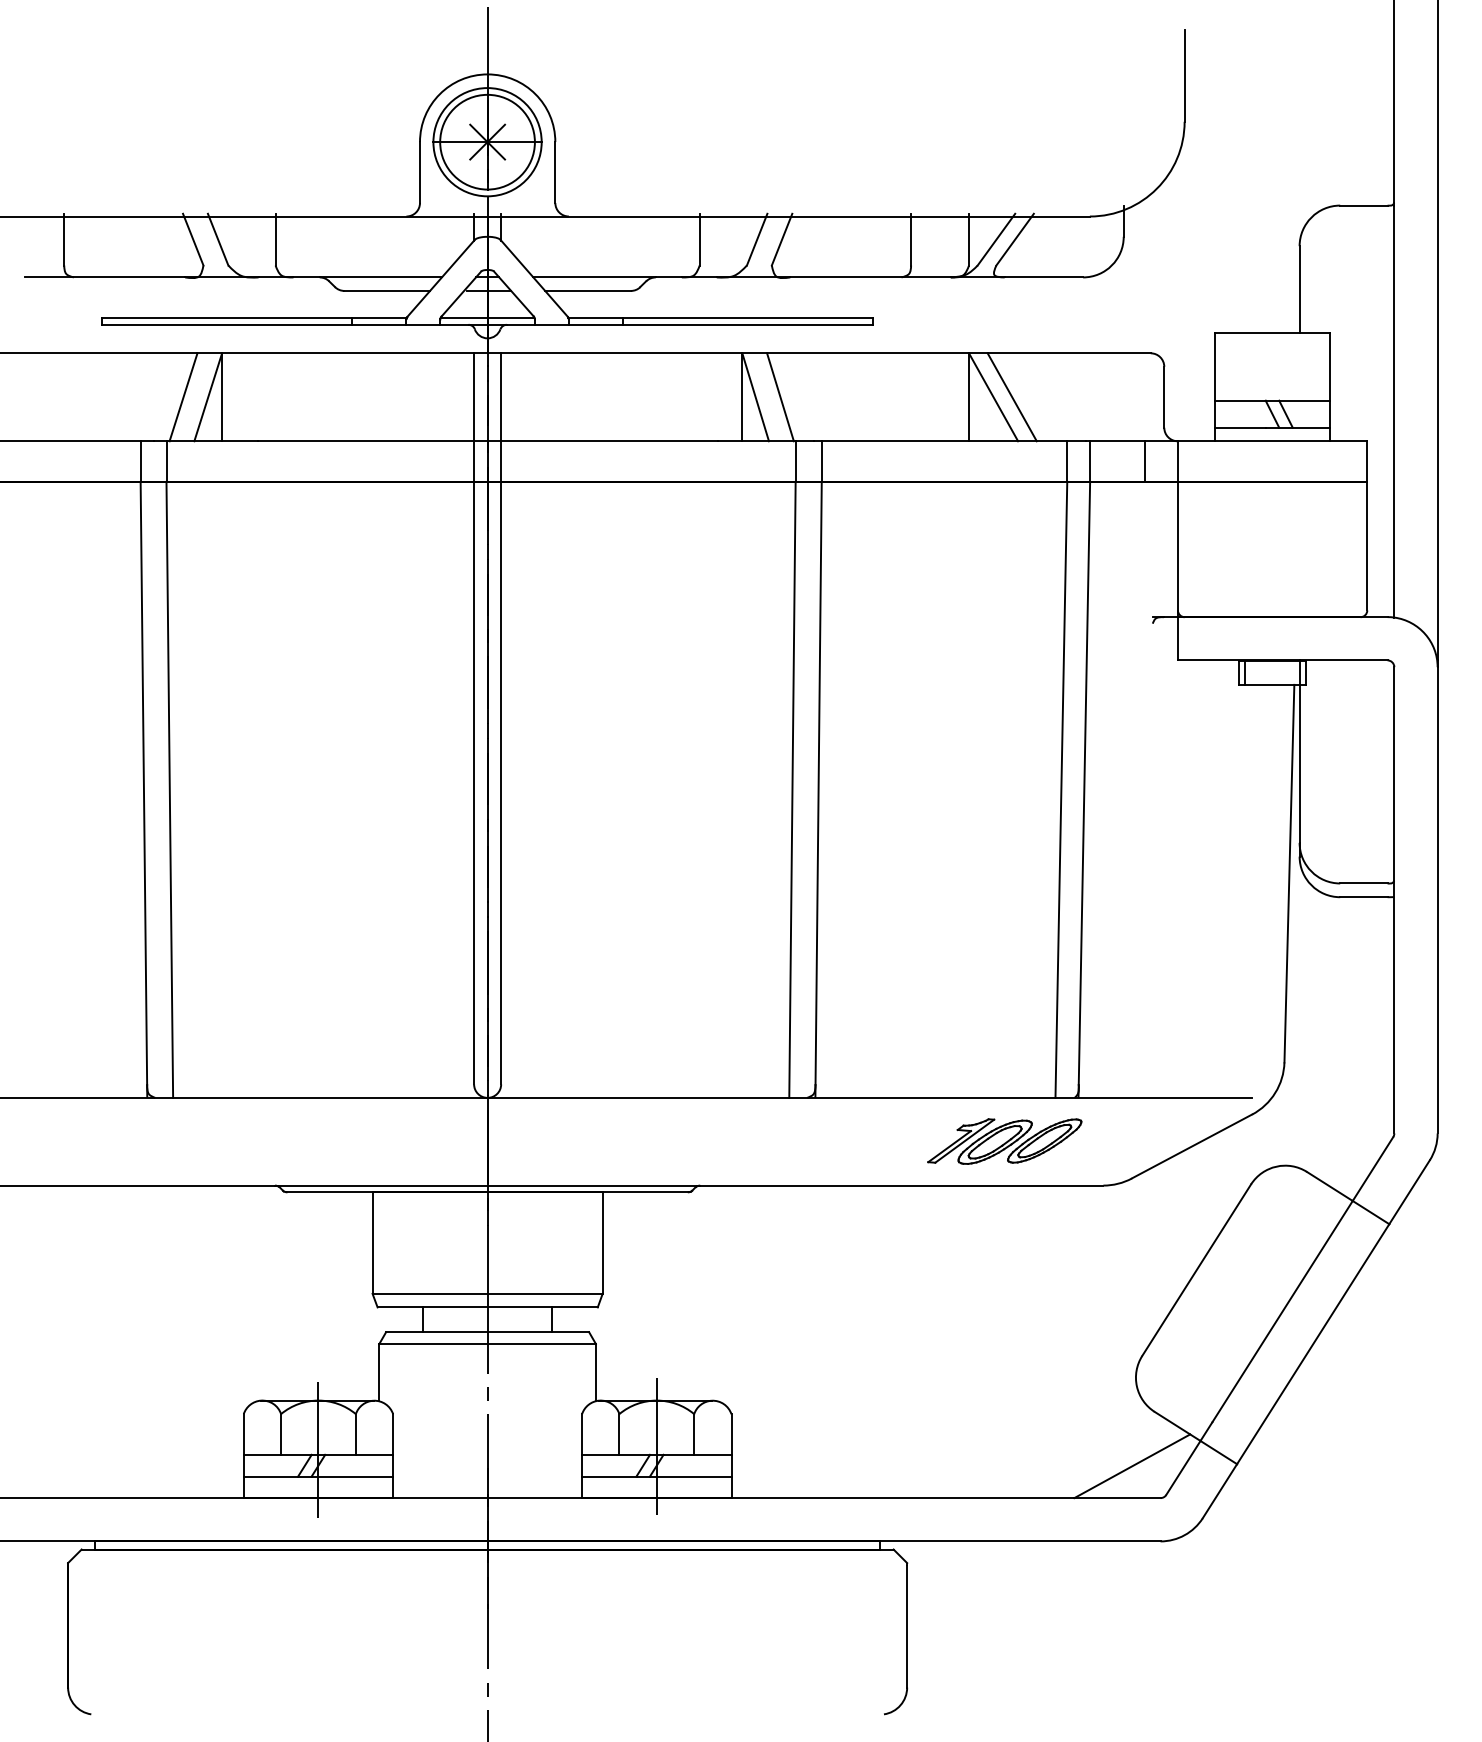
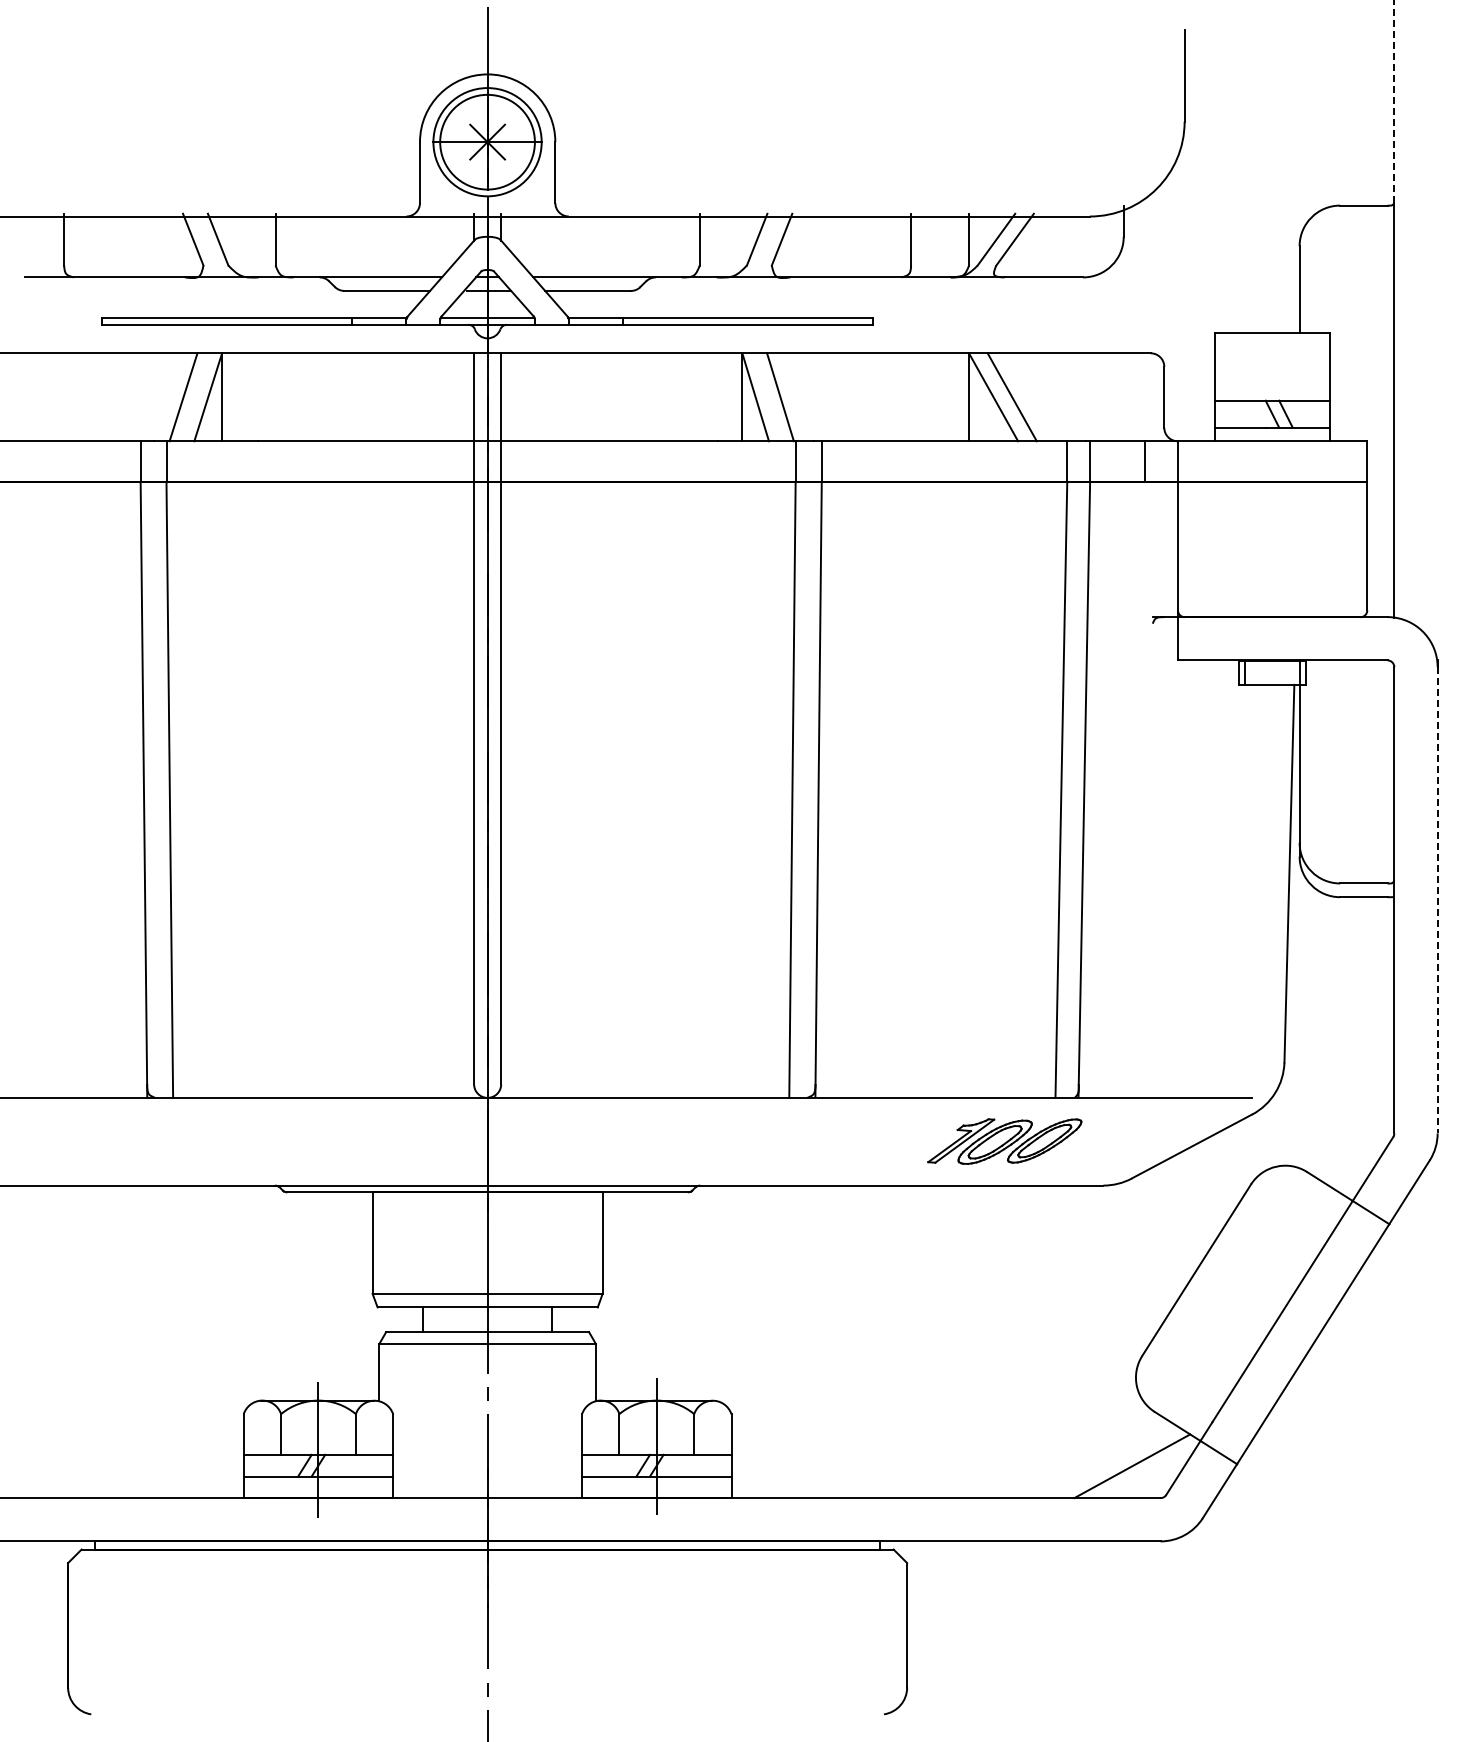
line at (1394, 101): solid -> dashed
line at (1437, 331): present -> none
line at (1437, 900): solid -> dashed
